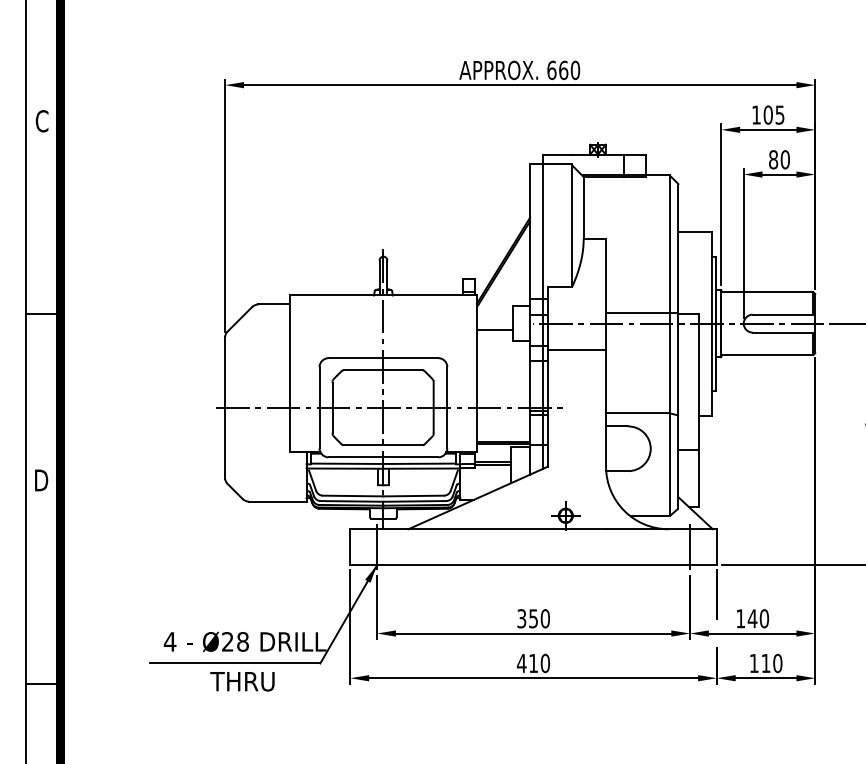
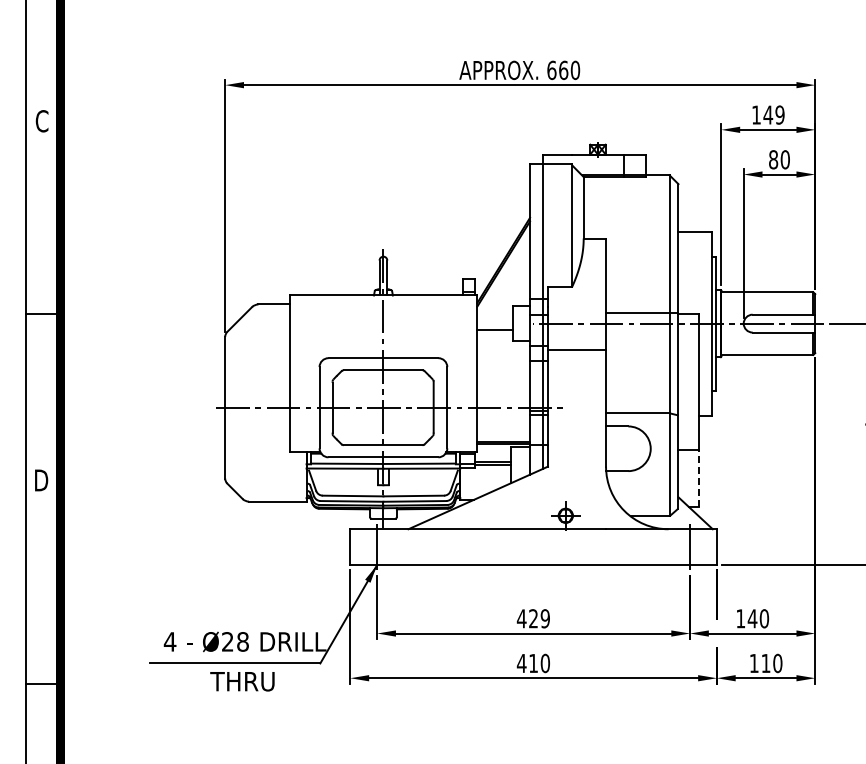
text at (773, 114): 105 -> 149
line at (699, 478): solid -> dashed
text at (532, 618): 350 -> 429
